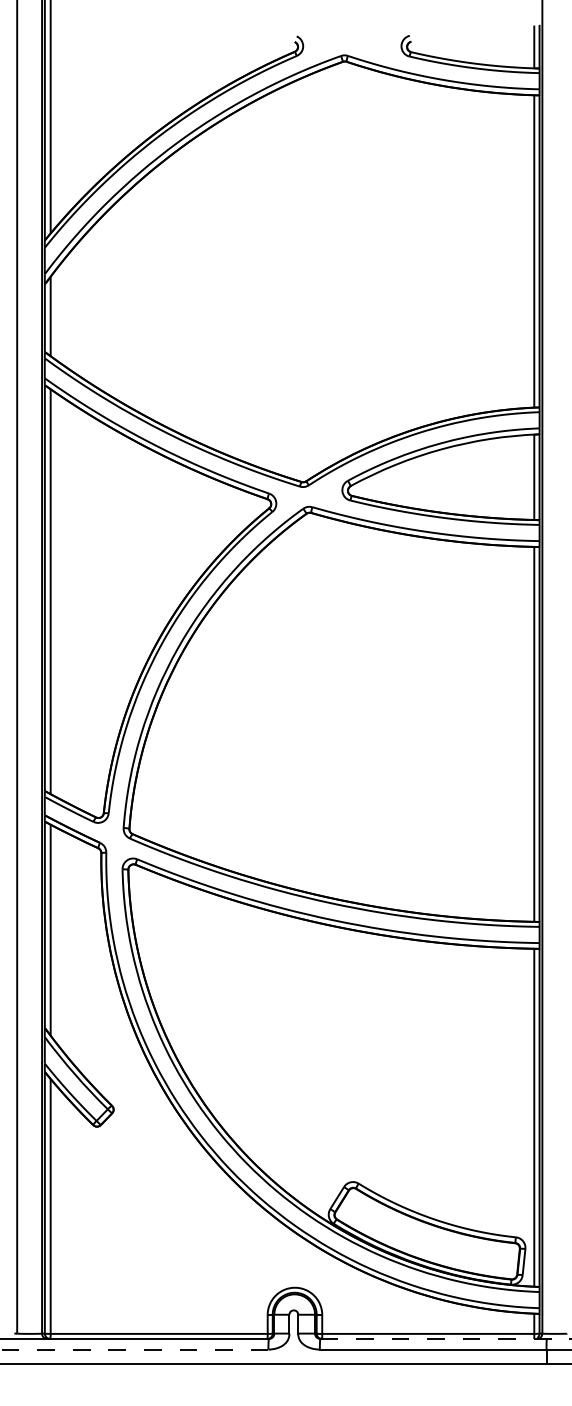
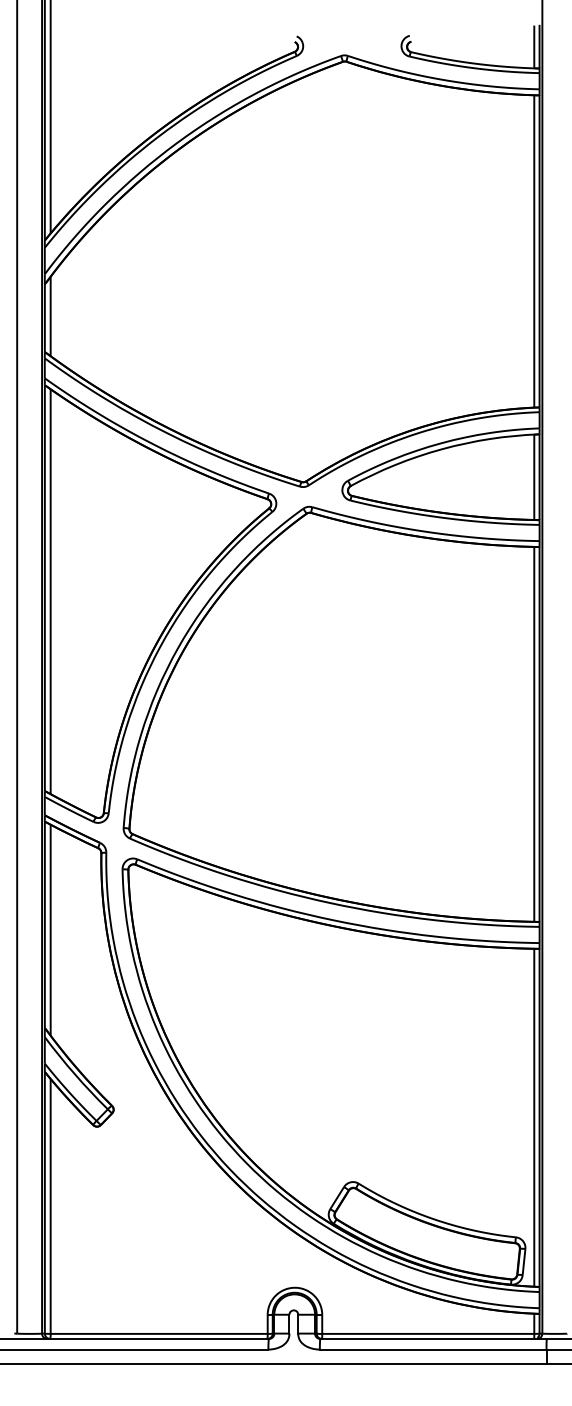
line at (446, 1338): dashed -> solid
line at (134, 1349): dashed -> solid
